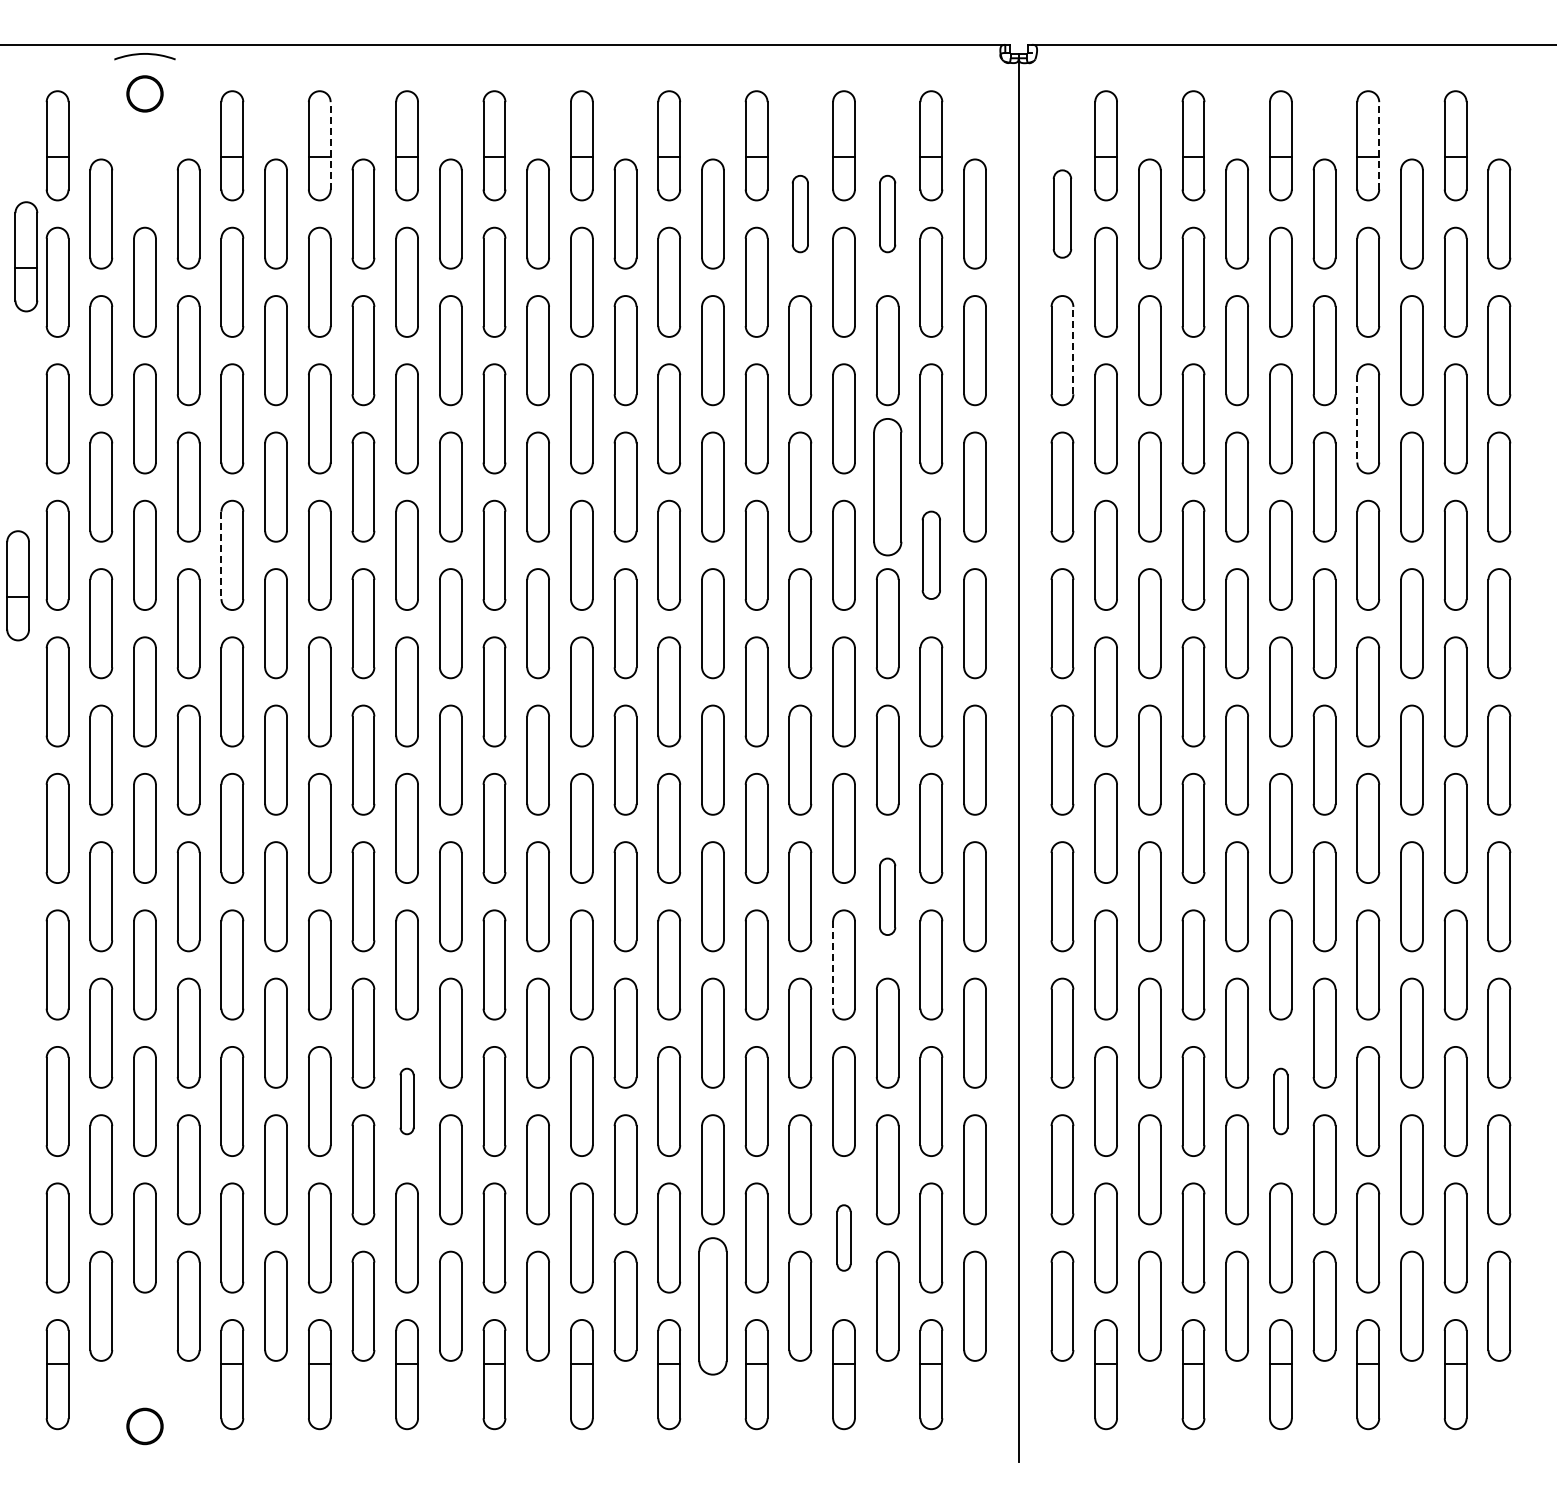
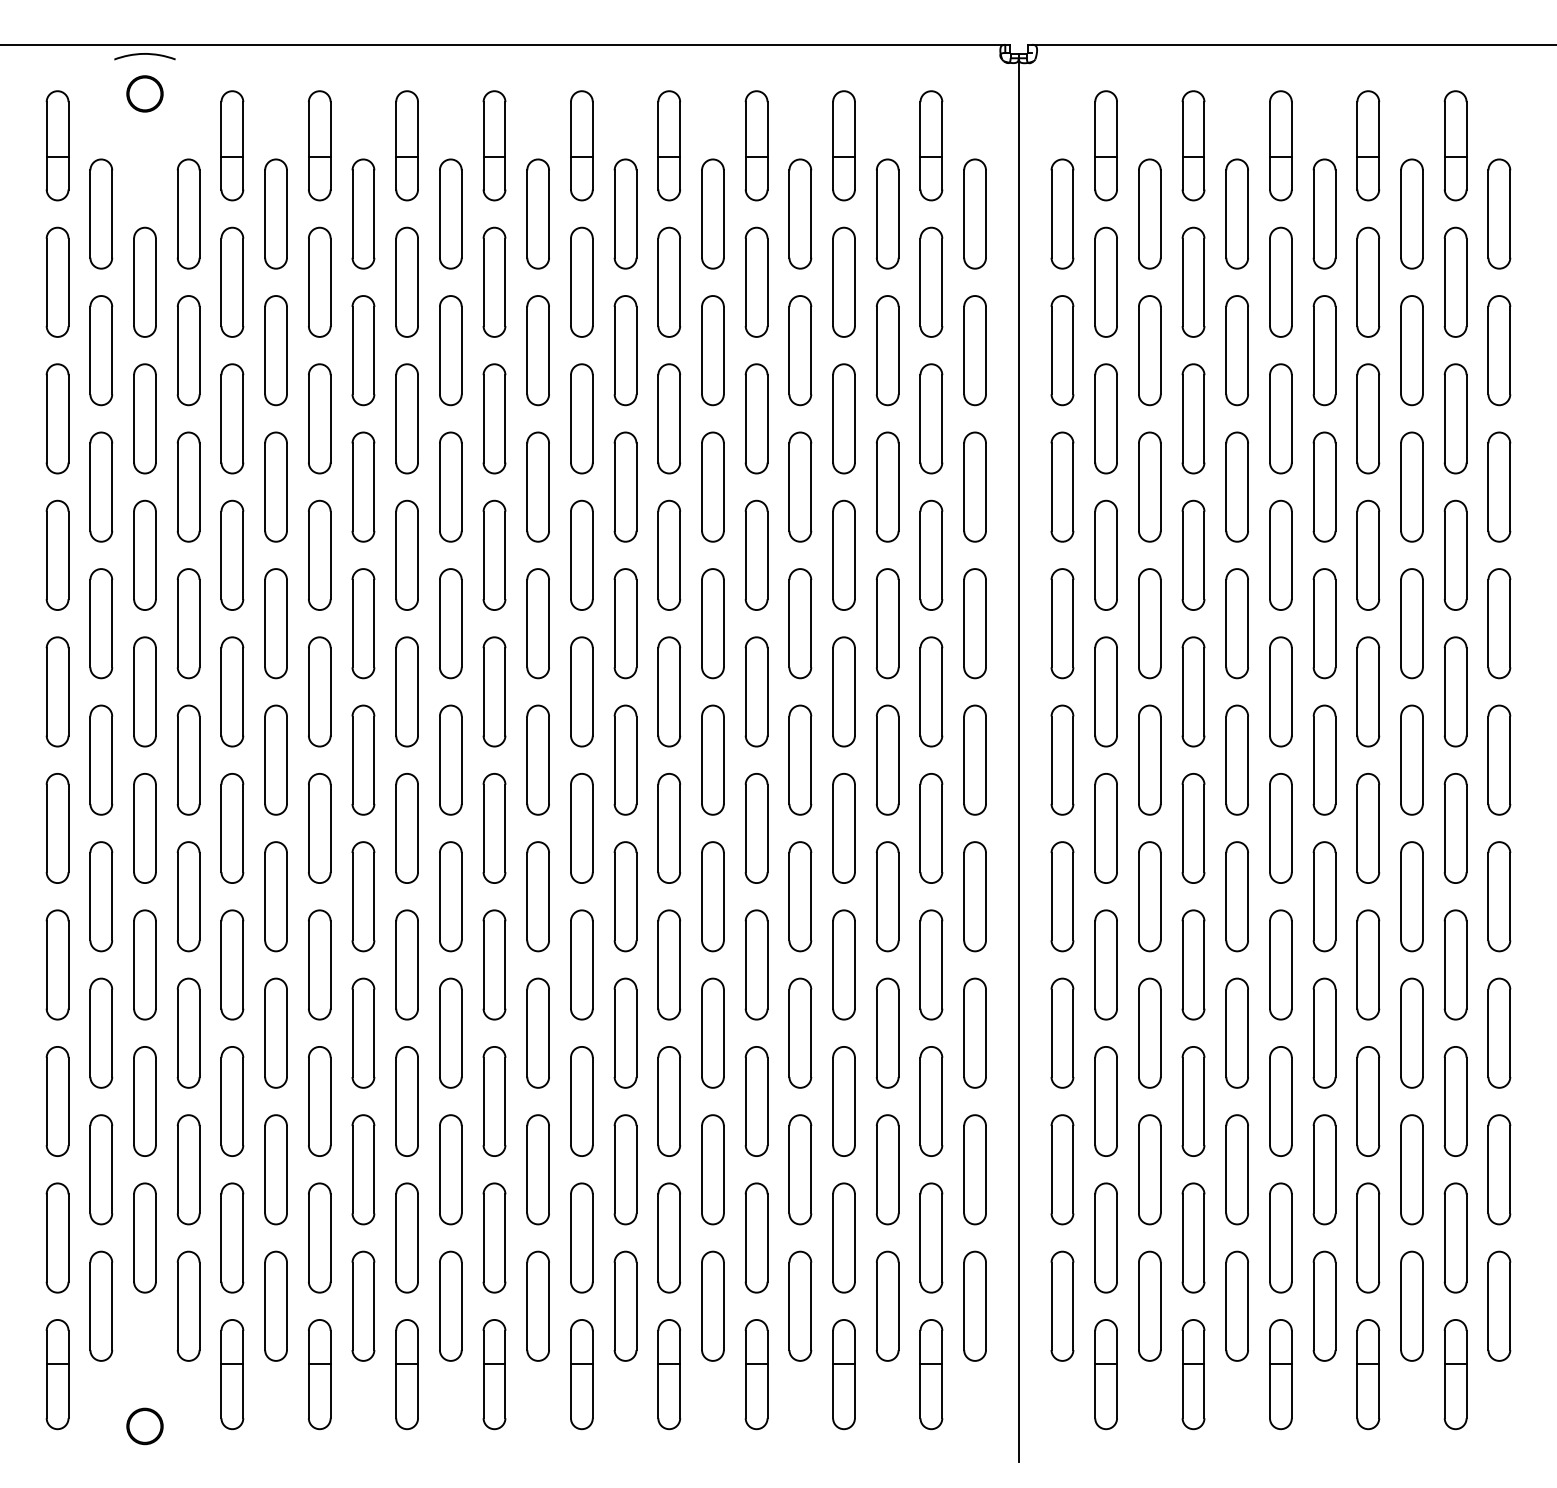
line at (330, 145): dashed -> solid
line at (1379, 145): dashed -> solid
part at (1062, 213) size: 21x90 px -> 25x112 px
part at (799, 214) size: 18x79 px -> 25x112 px
part at (887, 214) size: 18x79 px -> 25x112 px
part at (26, 256): present -> none
line at (1073, 350): dashed -> solid
line at (1357, 418): dashed -> solid
part at (887, 487) size: 30x139 px -> 25x112 px
part at (930, 554) size: 20x90 px -> 25x112 px
line at (221, 555): dashed -> solid
part at (17, 585): present -> none
part at (887, 896) size: 18x79 px -> 25x112 px
line at (833, 964): dashed -> solid
part at (406, 1101) size: 16x69 px -> 24x111 px
part at (1280, 1101) size: 16x69 px -> 24x111 px
part at (843, 1237) size: 16x68 px -> 24x112 px
part at (712, 1306) size: 30x139 px -> 24x112 px
